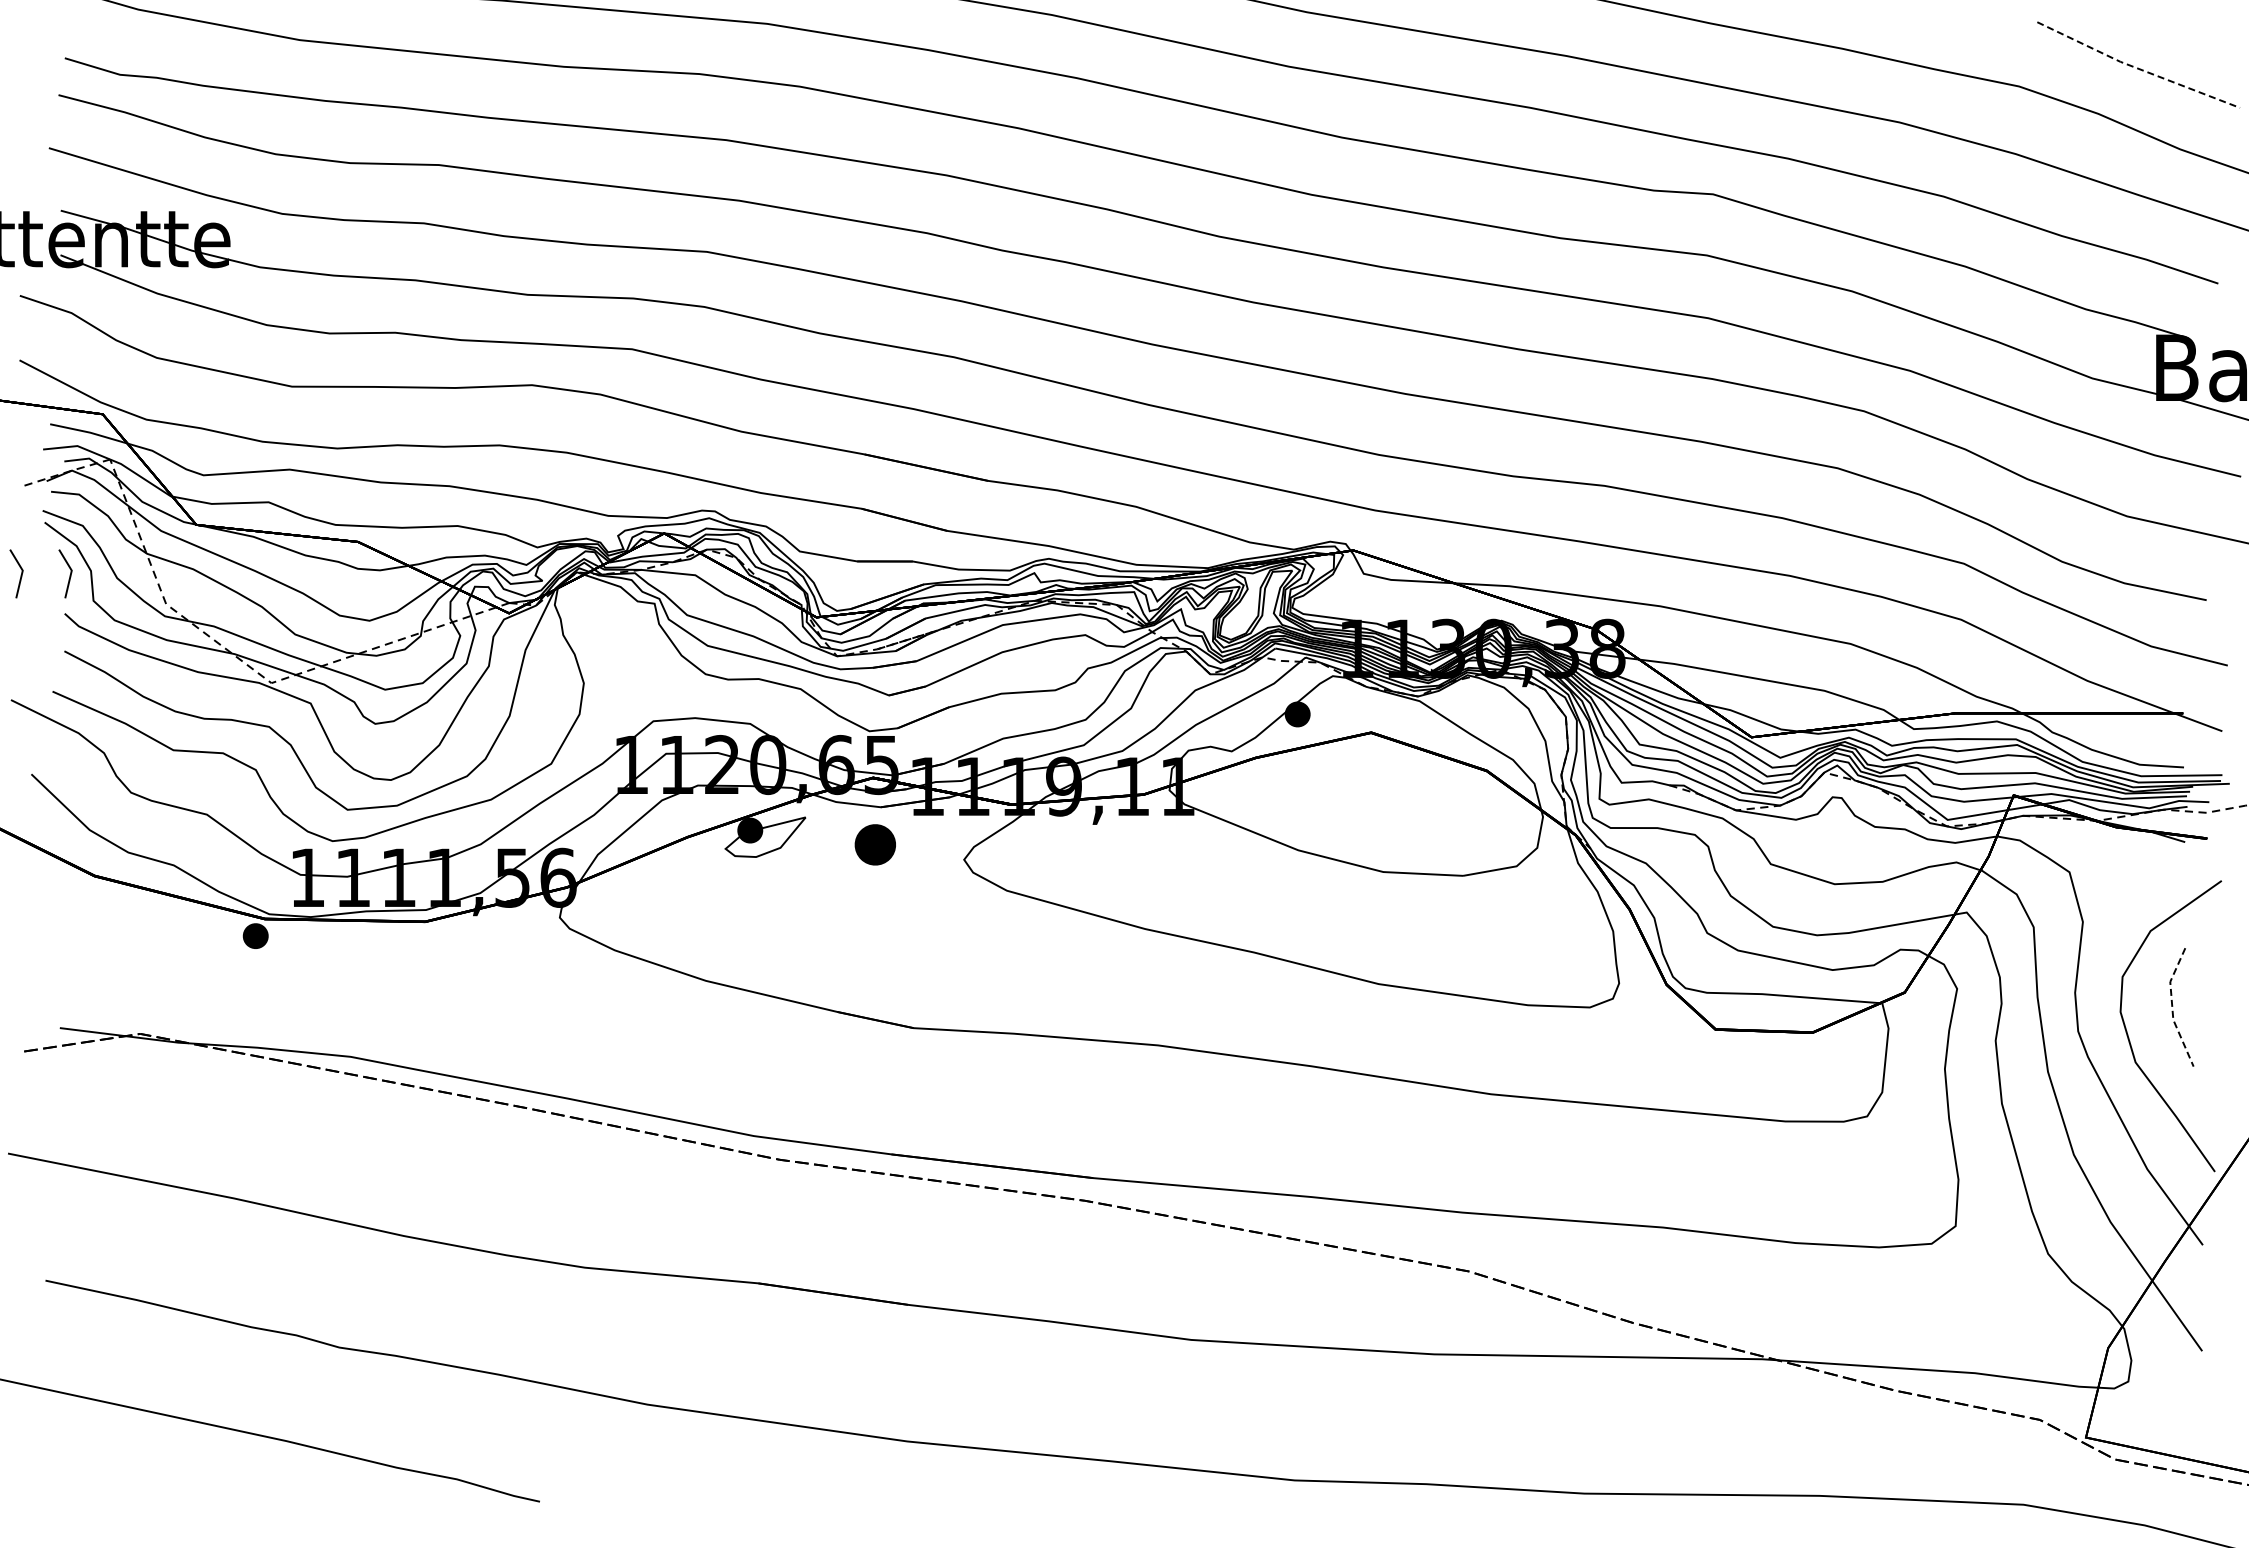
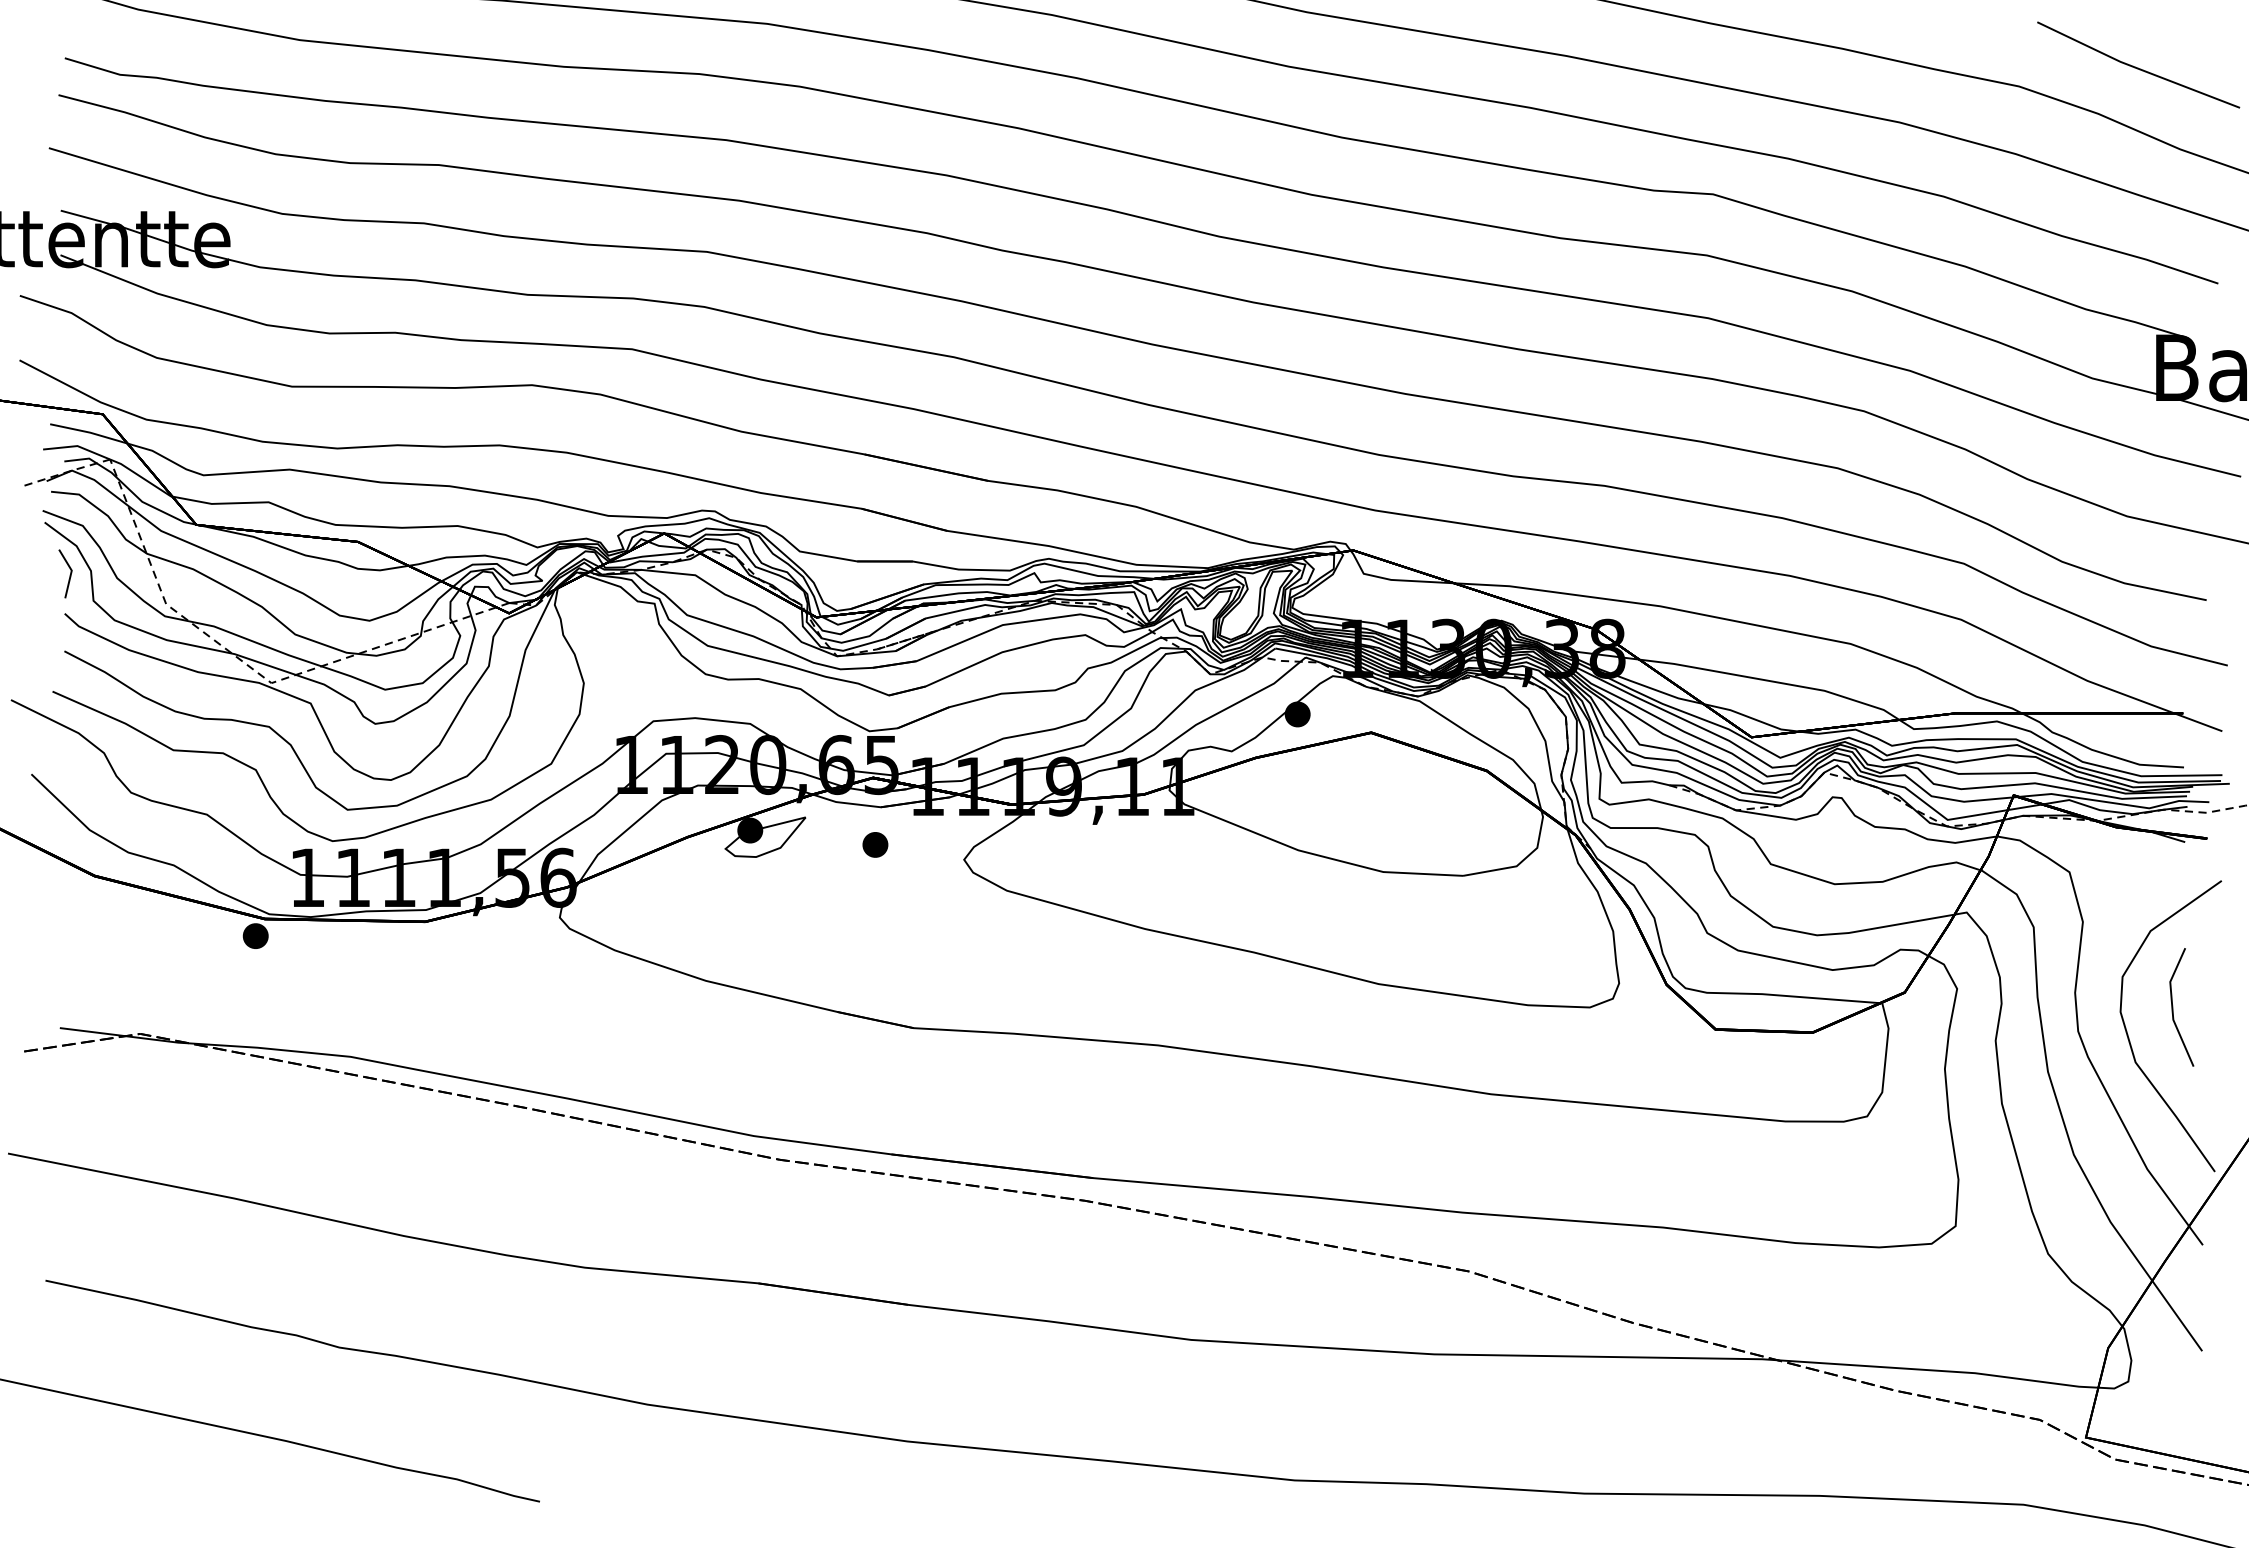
line at (2137, 68): dashed -> solid
line at (20, 575): present -> none
part at (874, 844) size: 42x42 px -> 27x26 px
line at (2172, 1008): dashed -> solid
